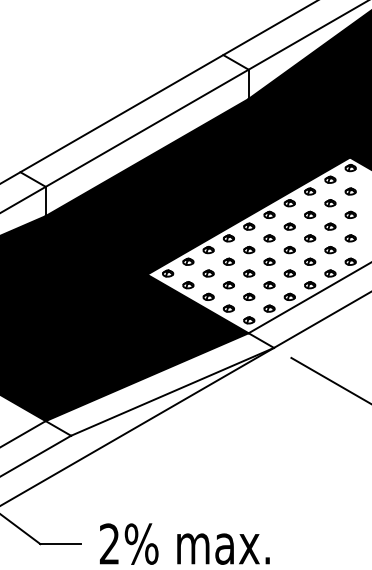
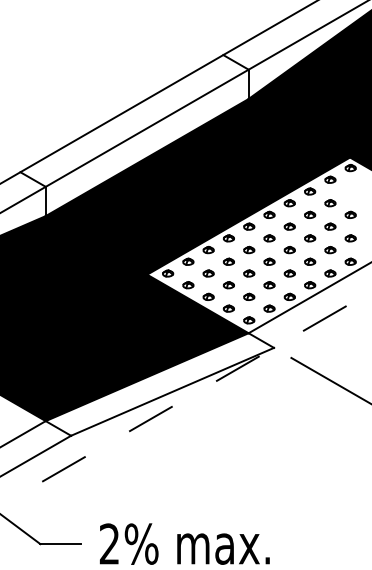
part at (350, 191): present -> none
line at (186, 398): solid -> dashed
